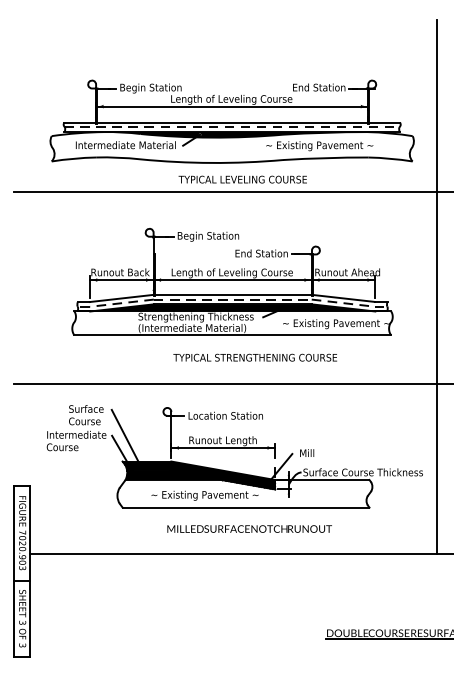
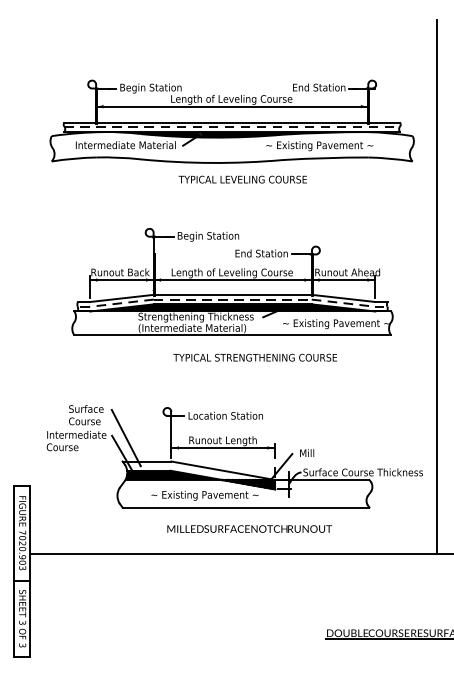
line at (231, 192): present -> none
line at (231, 383): present -> none
fill at (198, 470): present -> none
